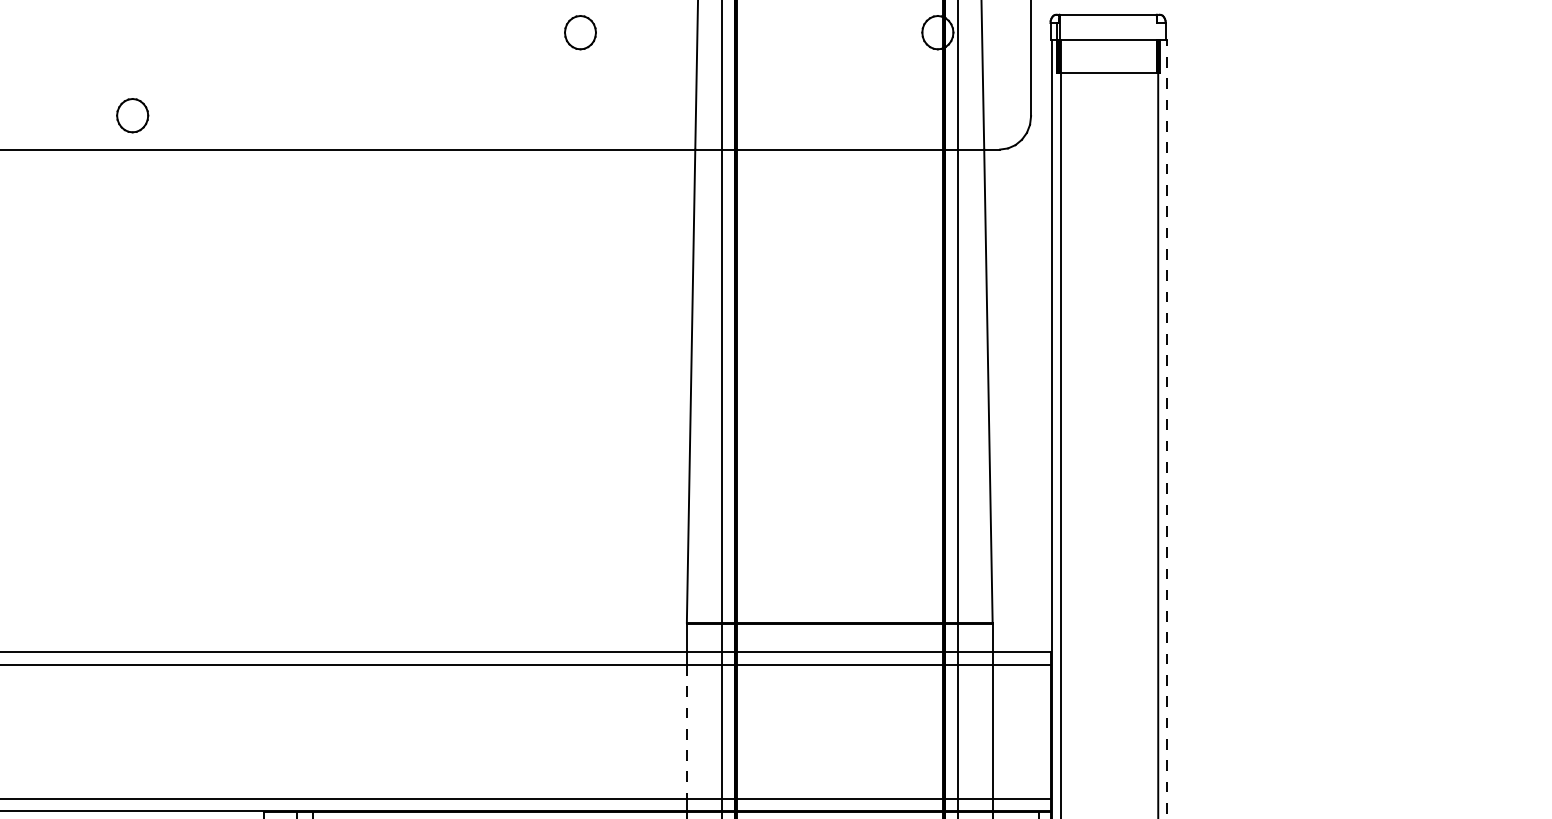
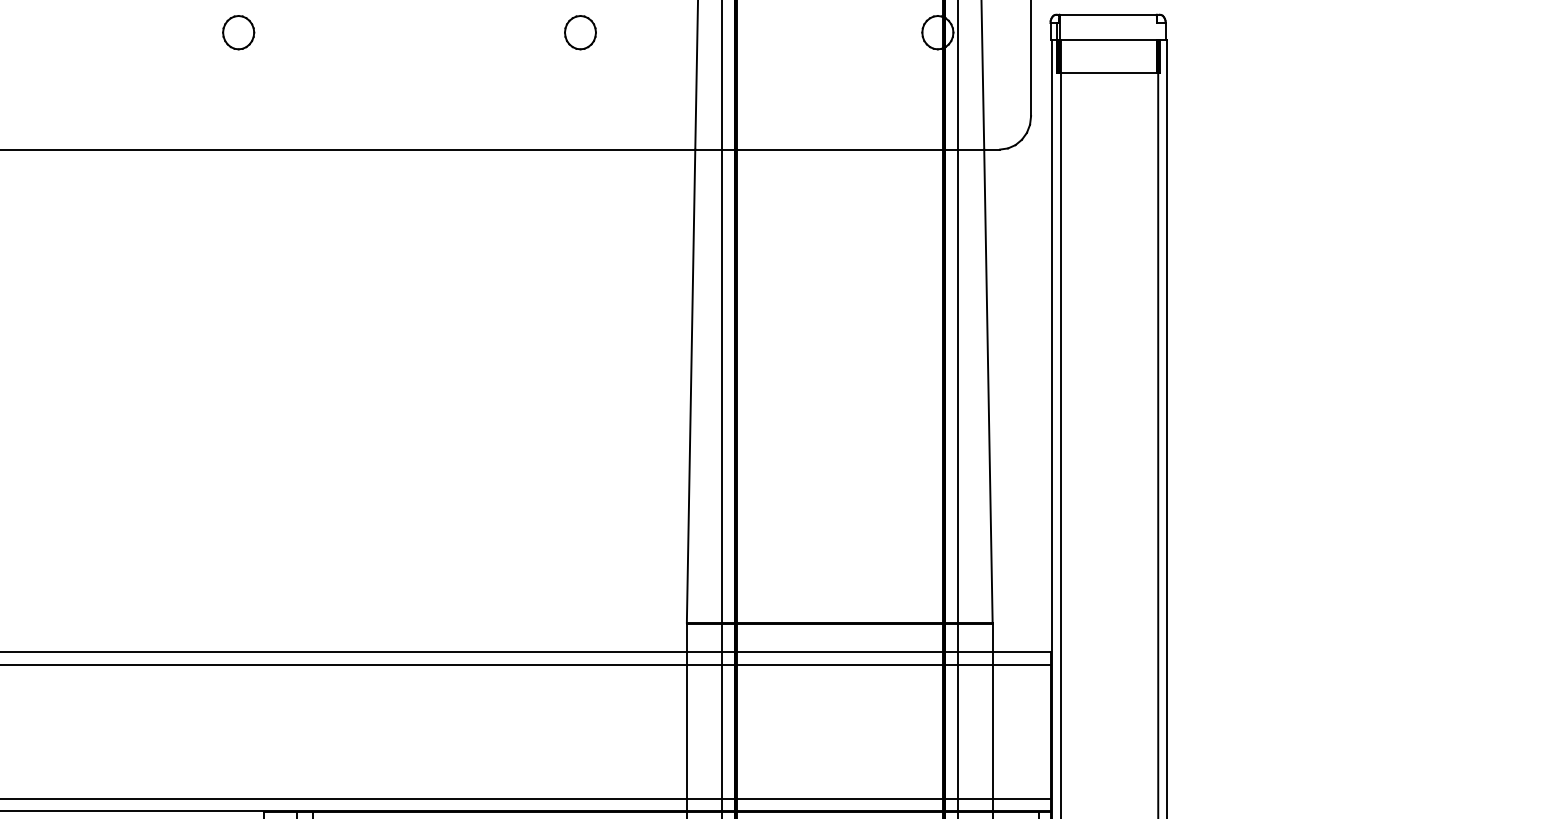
part at (132, 115) position: (132, 115) -> (238, 32)
line at (1167, 428): dashed -> solid
line at (686, 731): dashed -> solid
